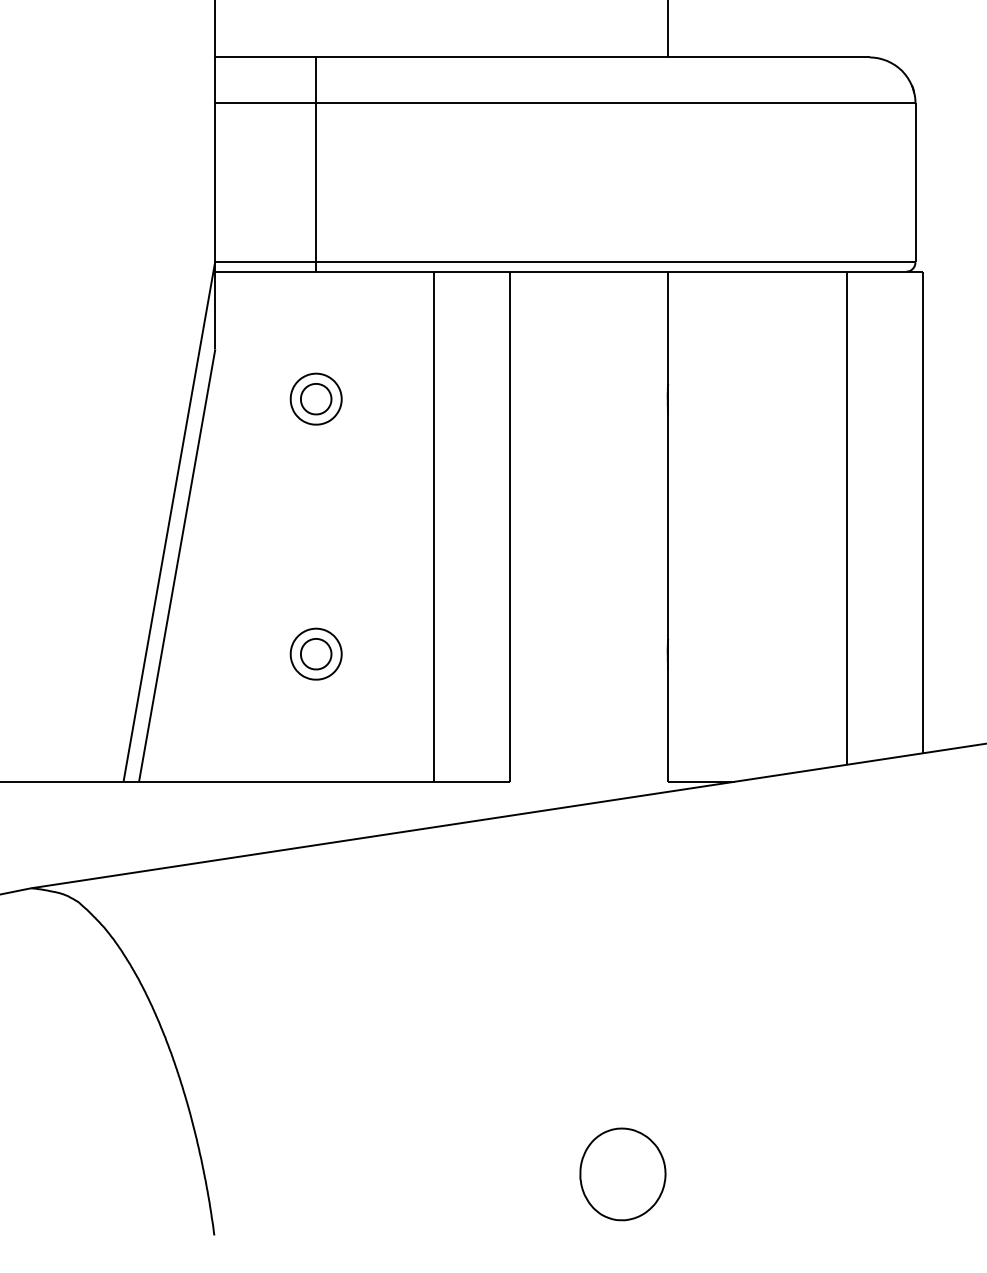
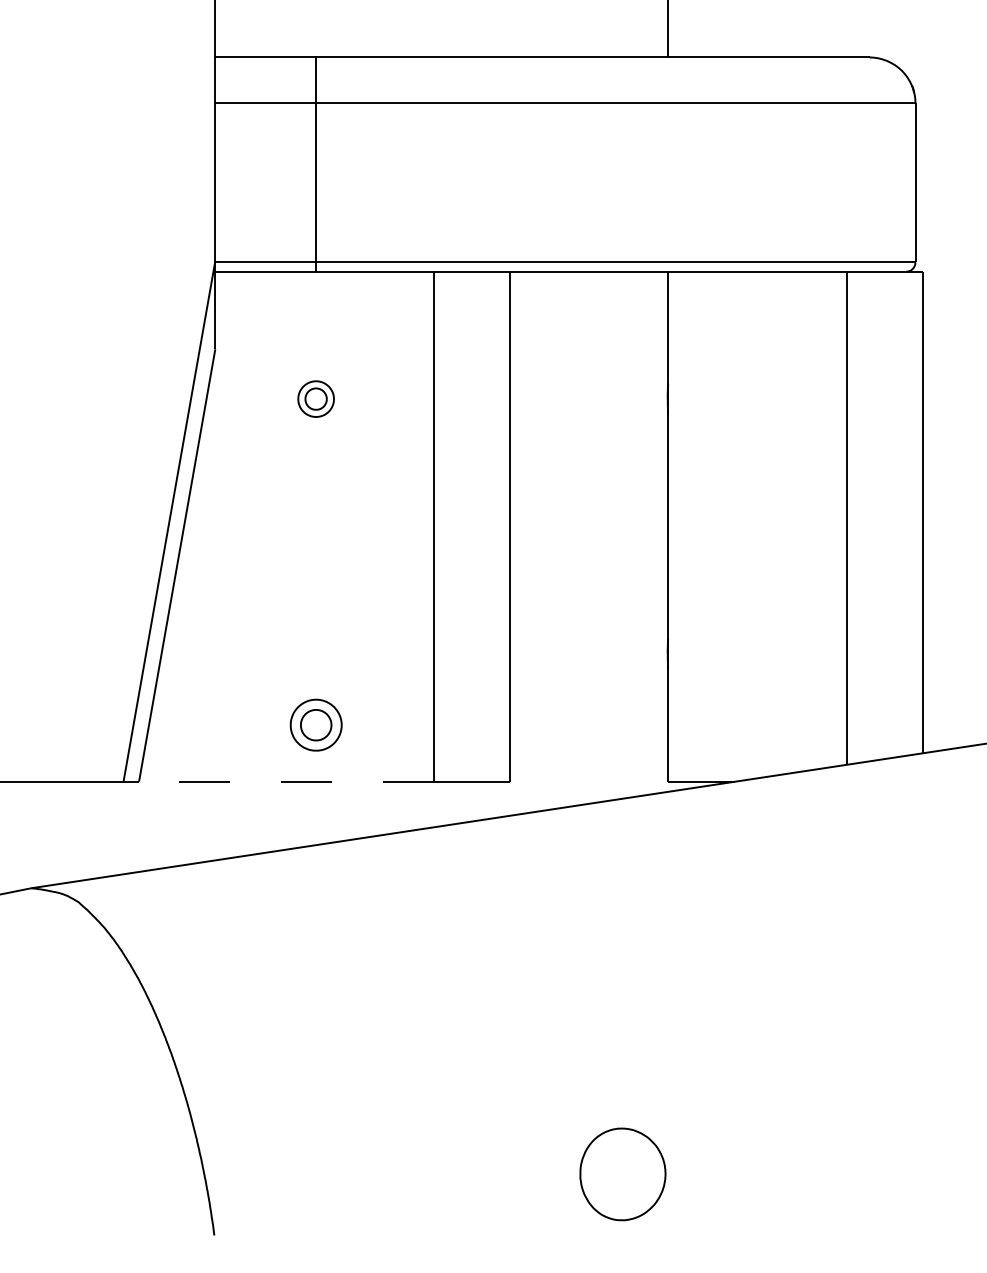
part at (315, 398) size: 54x54 px -> 38x38 px
part at (315, 653) position: (315, 653) -> (315, 724)
line at (285, 781): solid -> dashed
